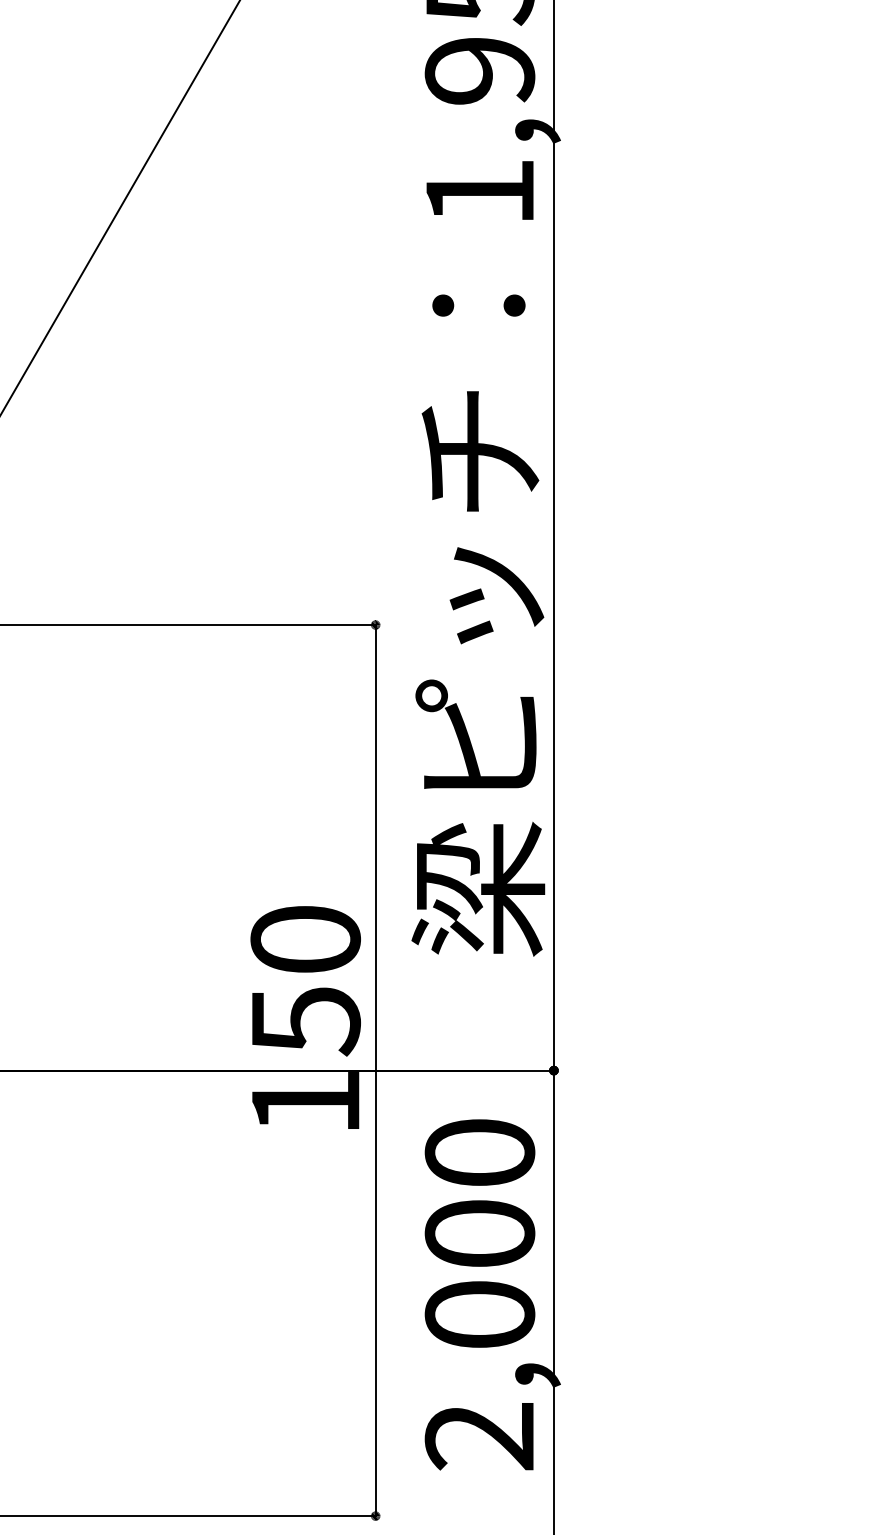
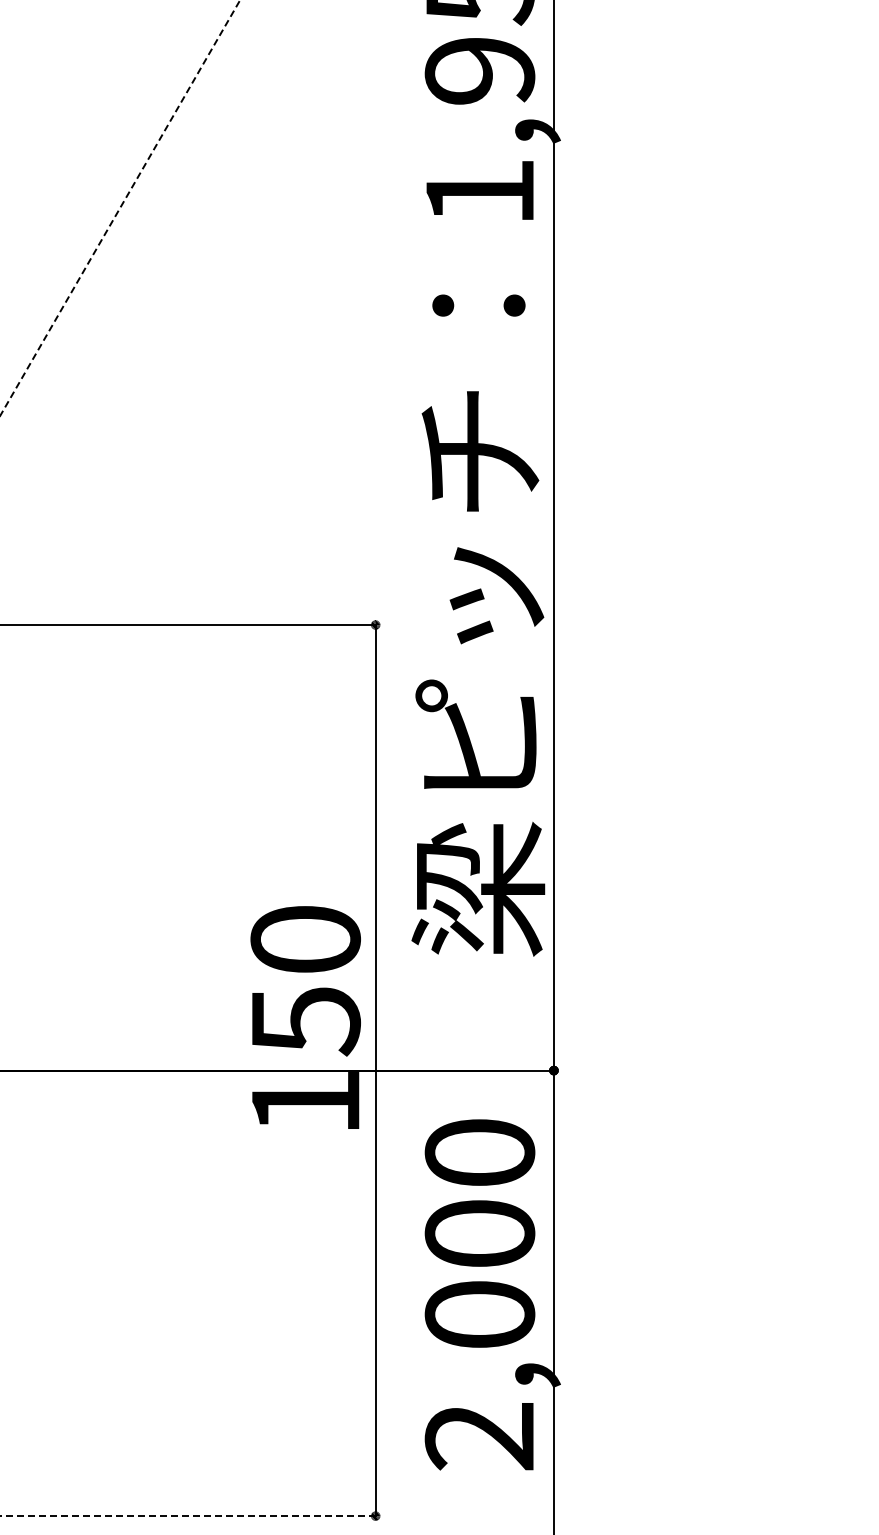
line at (120, 208): solid -> dashed
line at (187, 1516): solid -> dashed
